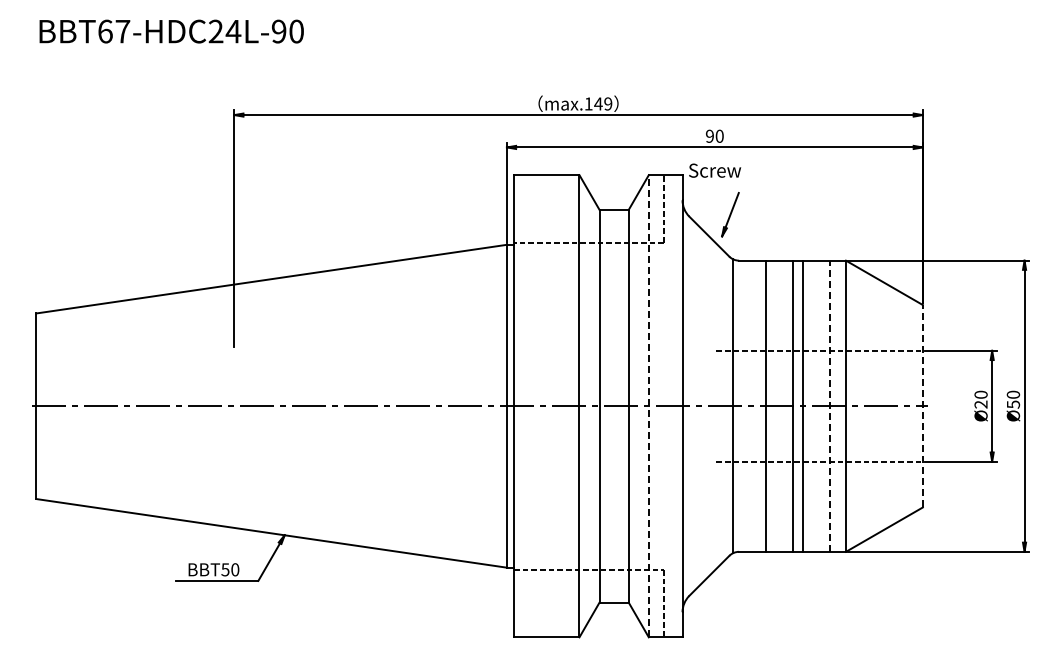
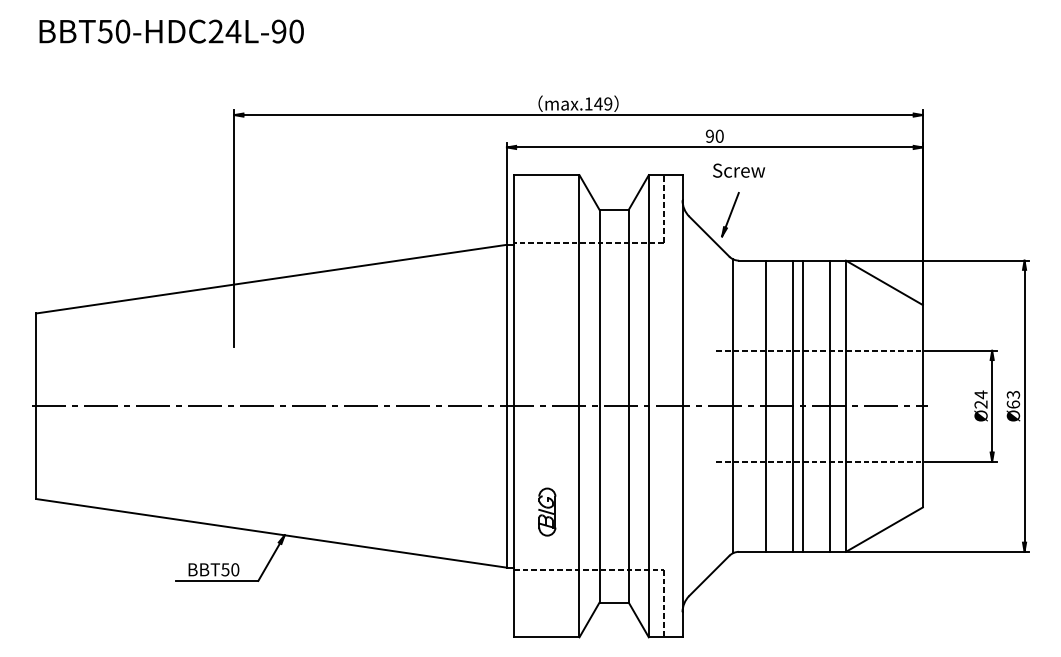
text at (113, 31): BBT67-HDC24L-90 -> BBT50-HDC24L-90
text at (715, 170) position: (715, 170) -> (739, 170)
text at (980, 394): 20 -> 24
text at (1013, 399): 50 -> 63
line at (648, 405): dashed -> solid
line at (922, 405): dashed -> solid
line at (830, 406): dashed -> solid
part at (547, 511): none -> present
